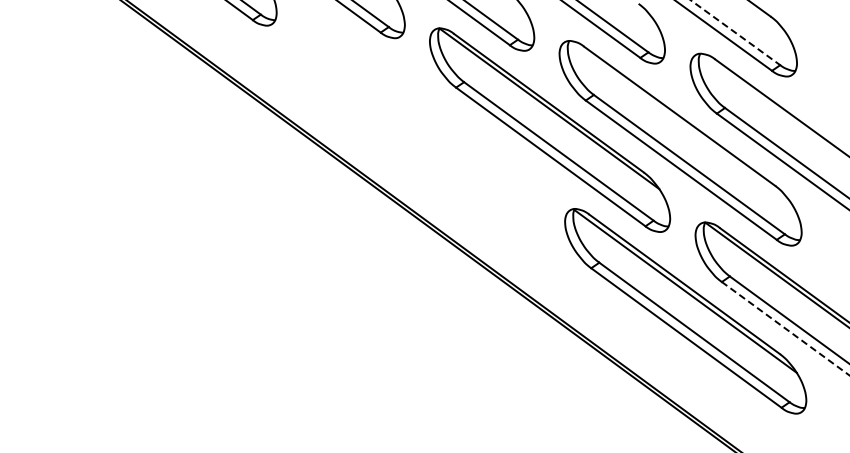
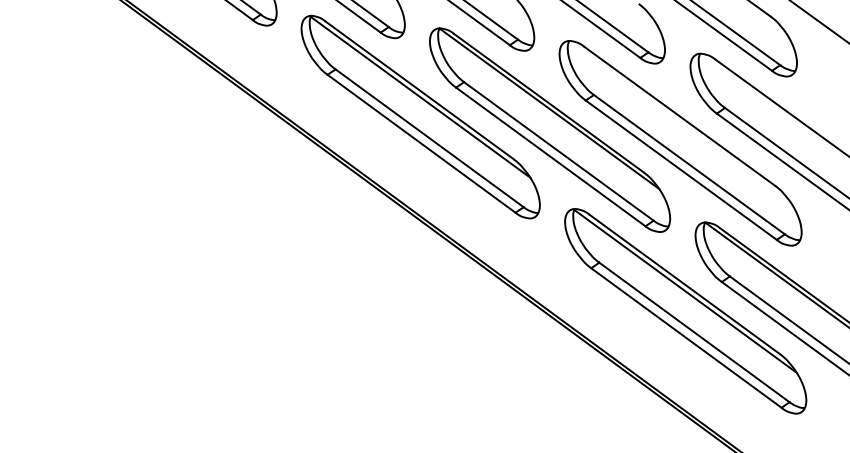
line at (819, 21): none -> present
line at (735, 32): dashed -> solid
part at (420, 116): none -> present
line at (785, 328): dashed -> solid
